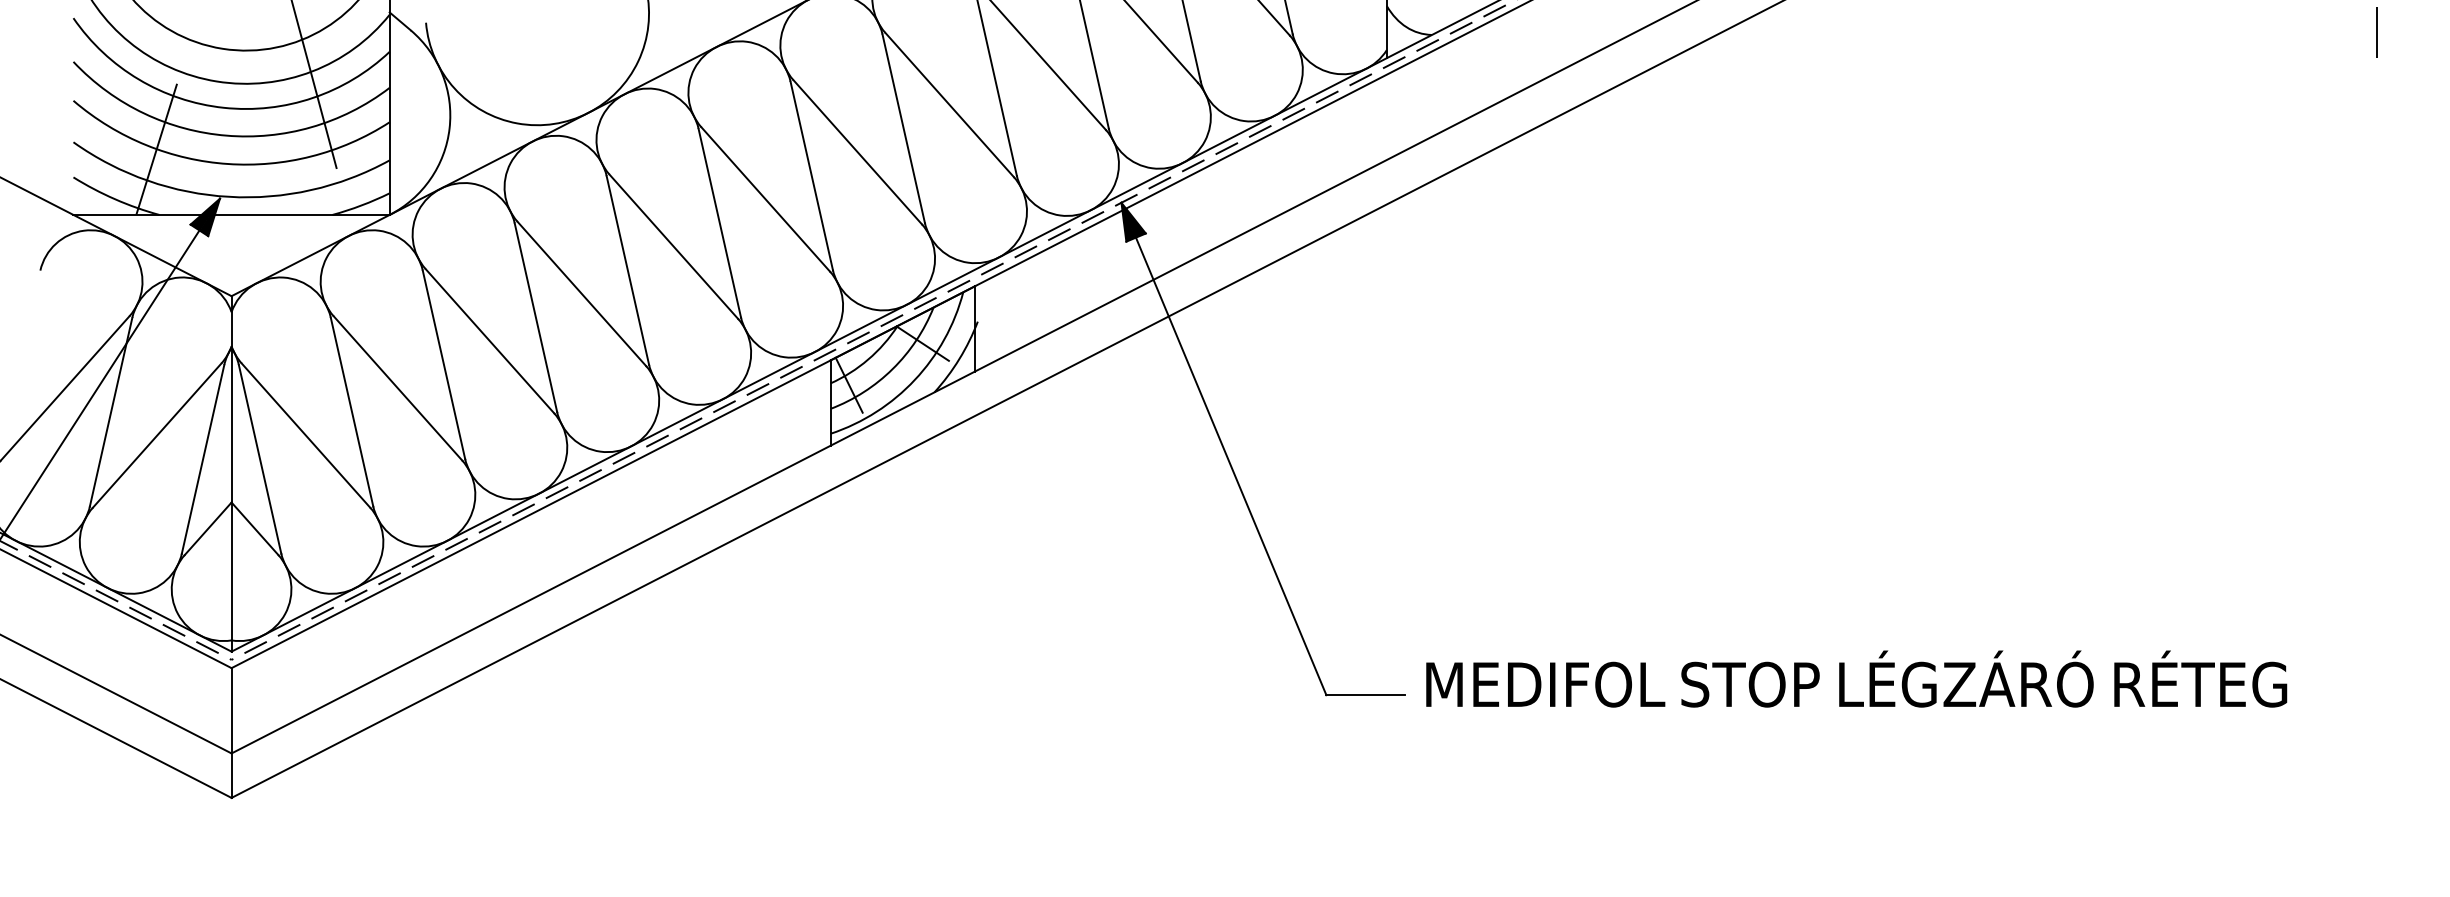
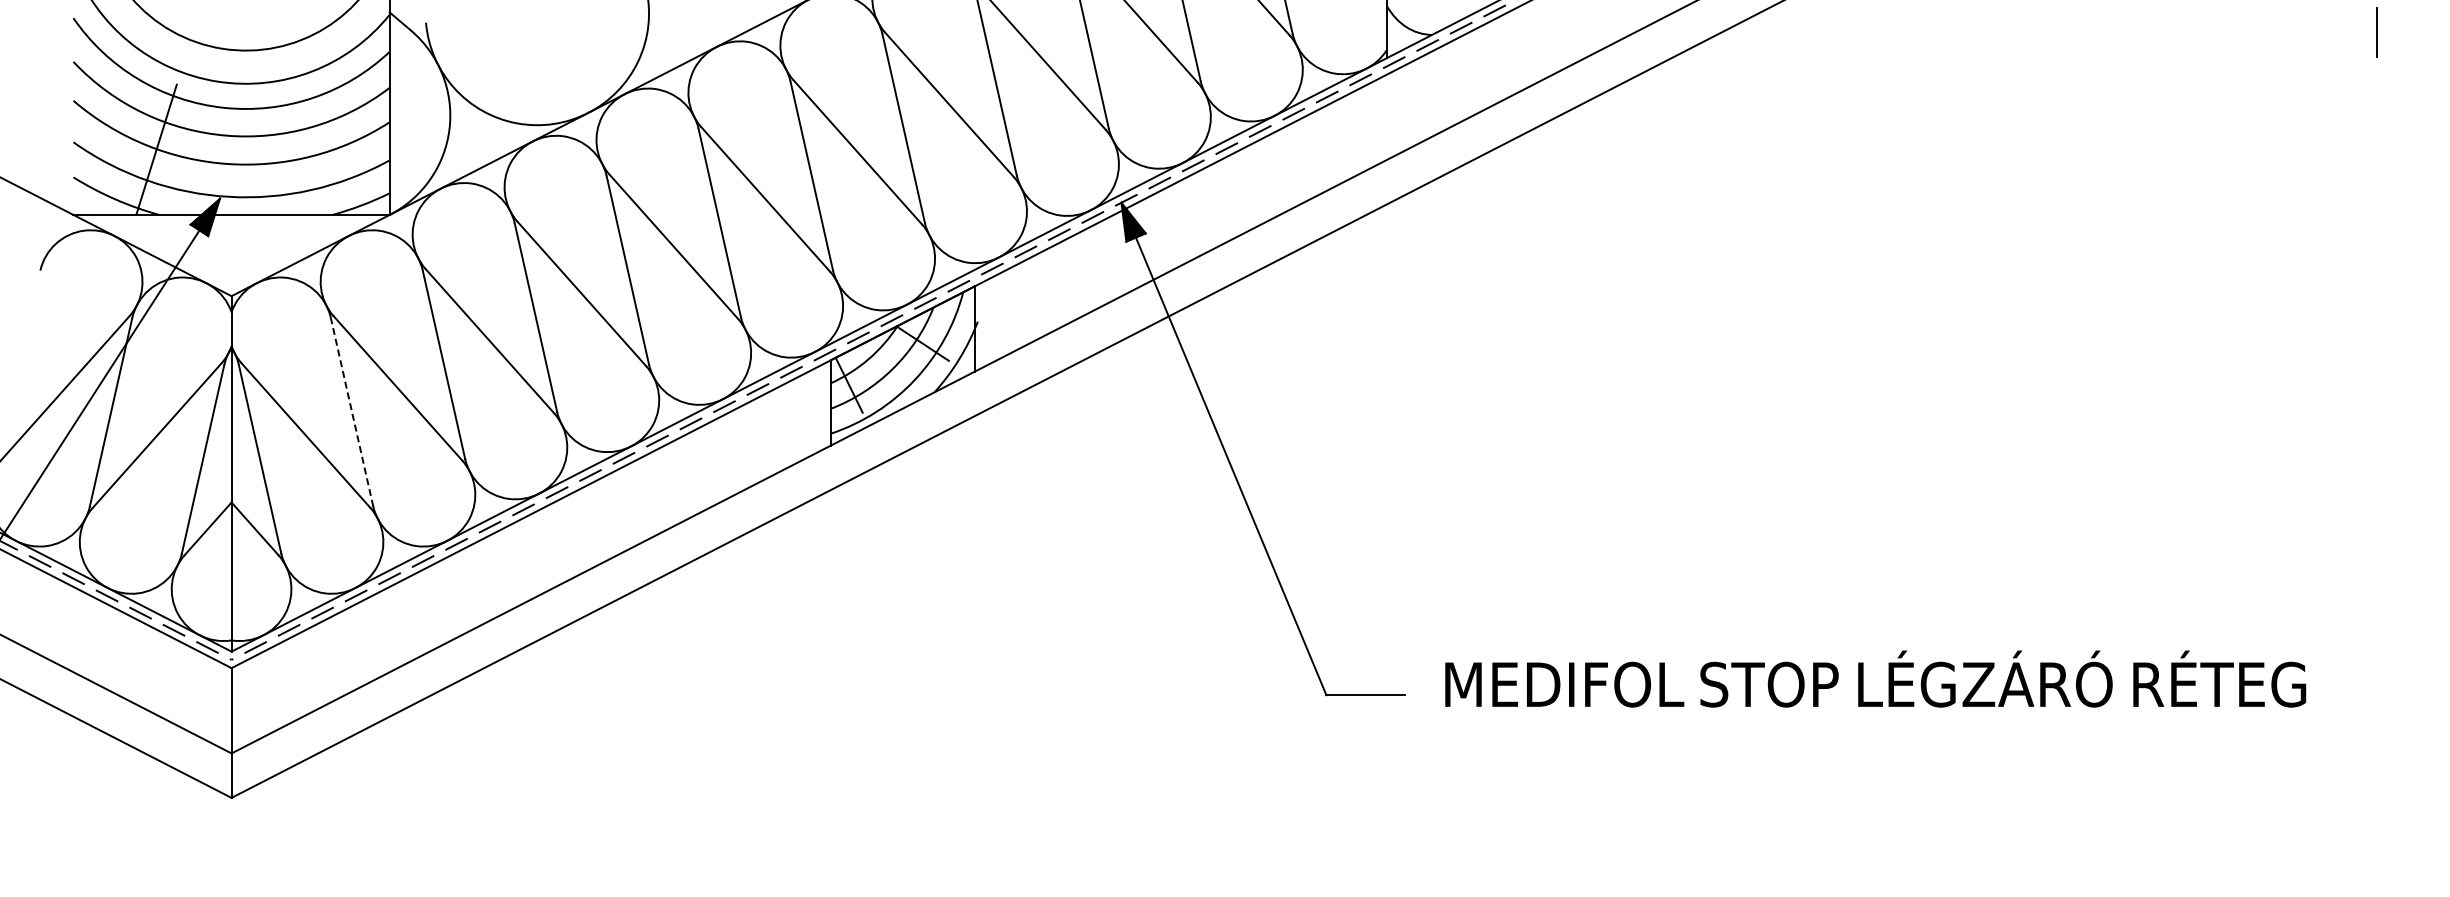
line at (314, 85): present -> none
line at (352, 412): solid -> dashed
text at (1856, 678) position: (1856, 678) -> (1875, 678)
